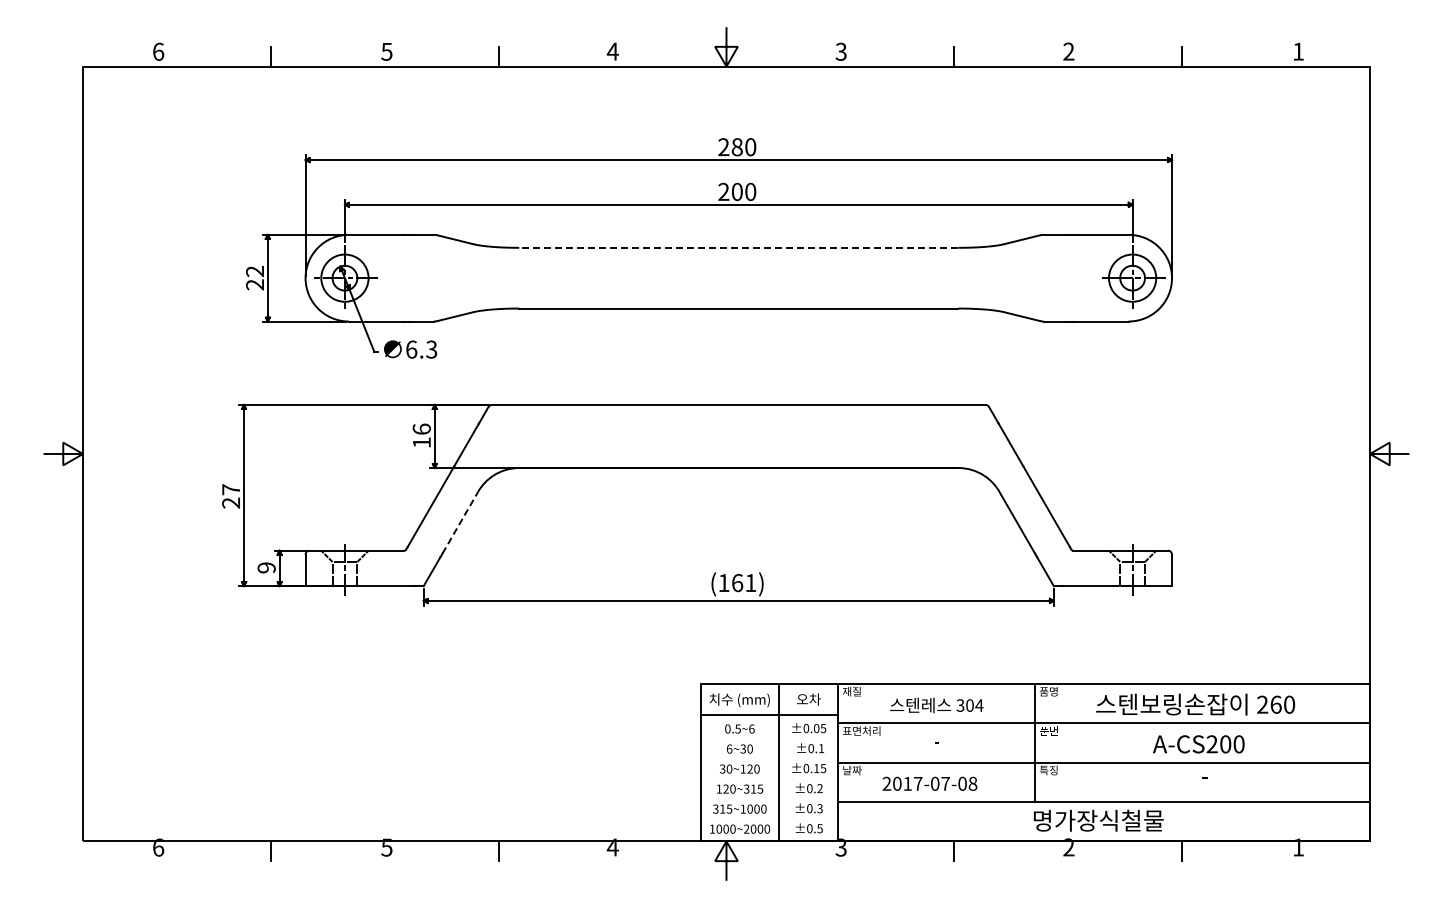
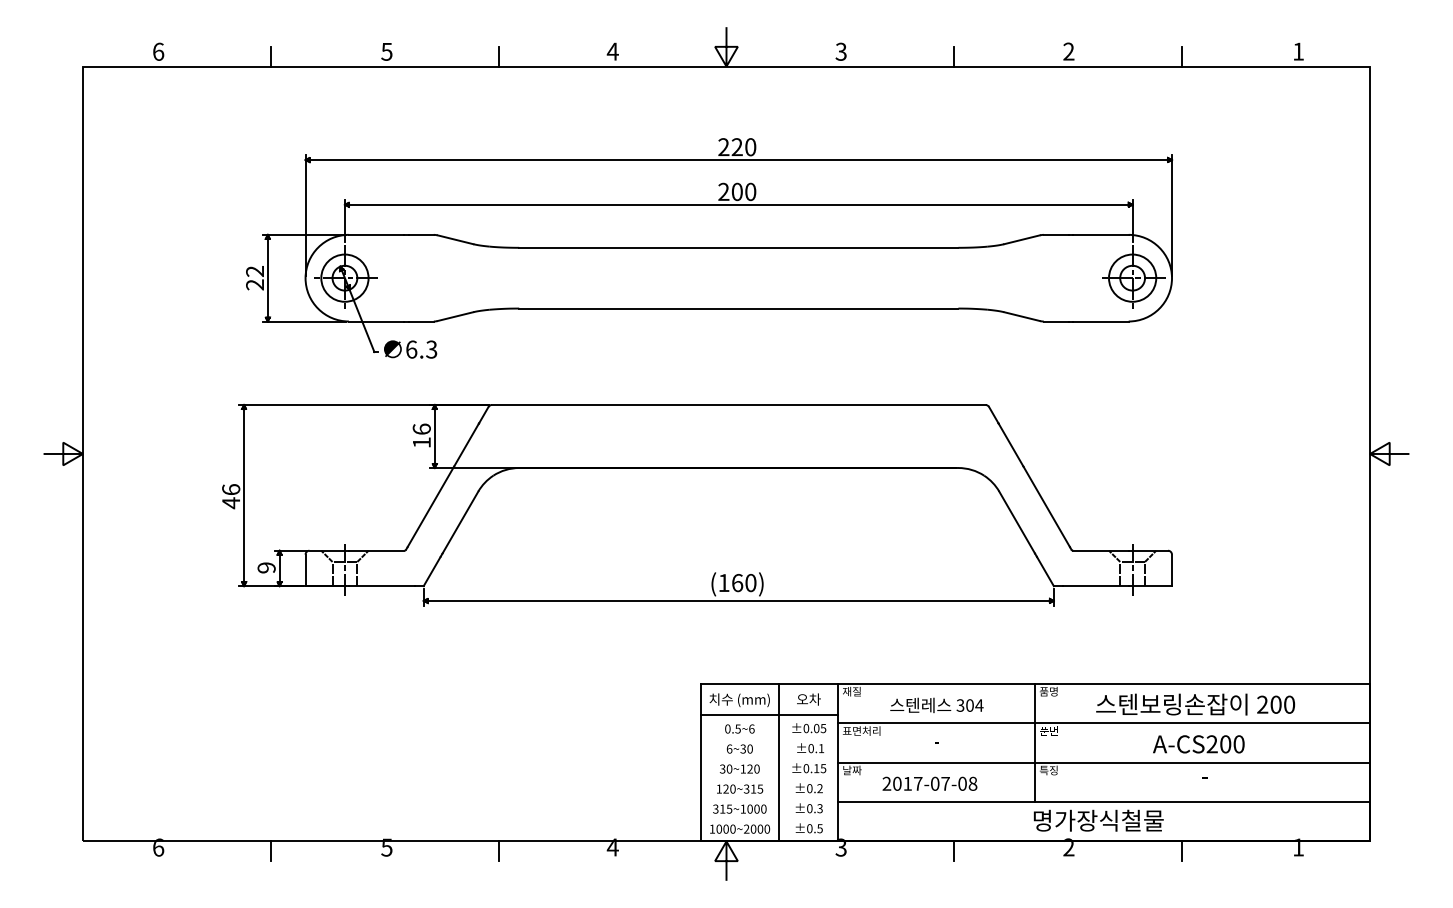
text at (736, 147): 280 -> 220
line at (738, 247): dashed -> solid
text at (231, 496): 27 -> 46
line at (460, 522): dashed -> solid
text at (750, 583): (161) -> (160)
text at (1275, 704): 260 -> 200
